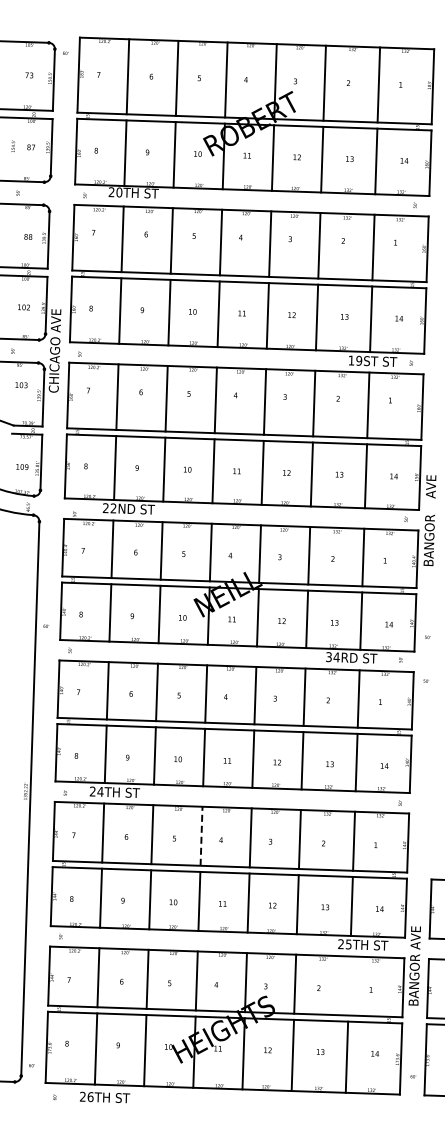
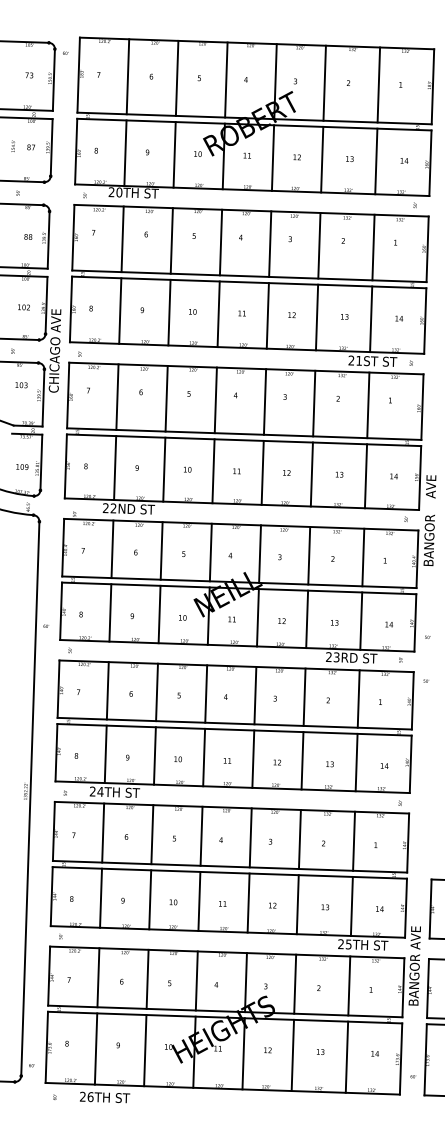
text at (355, 360): 19ST -> 21ST
text at (332, 657): 34RD -> 23RD
line at (201, 836): dashed -> solid
line at (349, 985): none -> present
